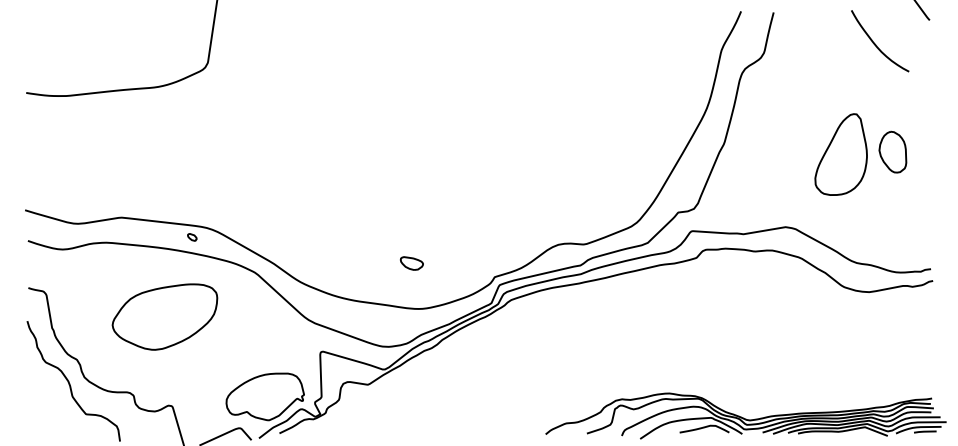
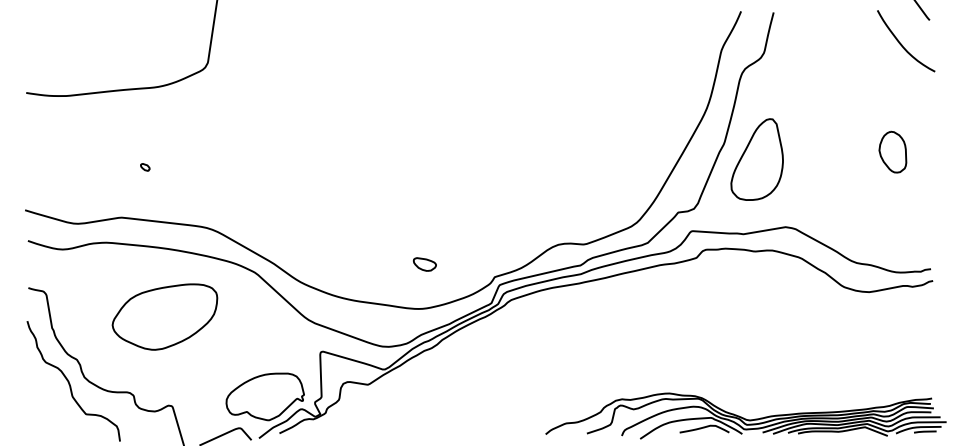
curve at (876, 44) position: (876, 44) -> (902, 44)
part at (840, 154) position: (840, 154) -> (756, 159)
part at (192, 237) position: (192, 237) -> (145, 167)
part at (411, 263) position: (411, 263) -> (424, 264)
